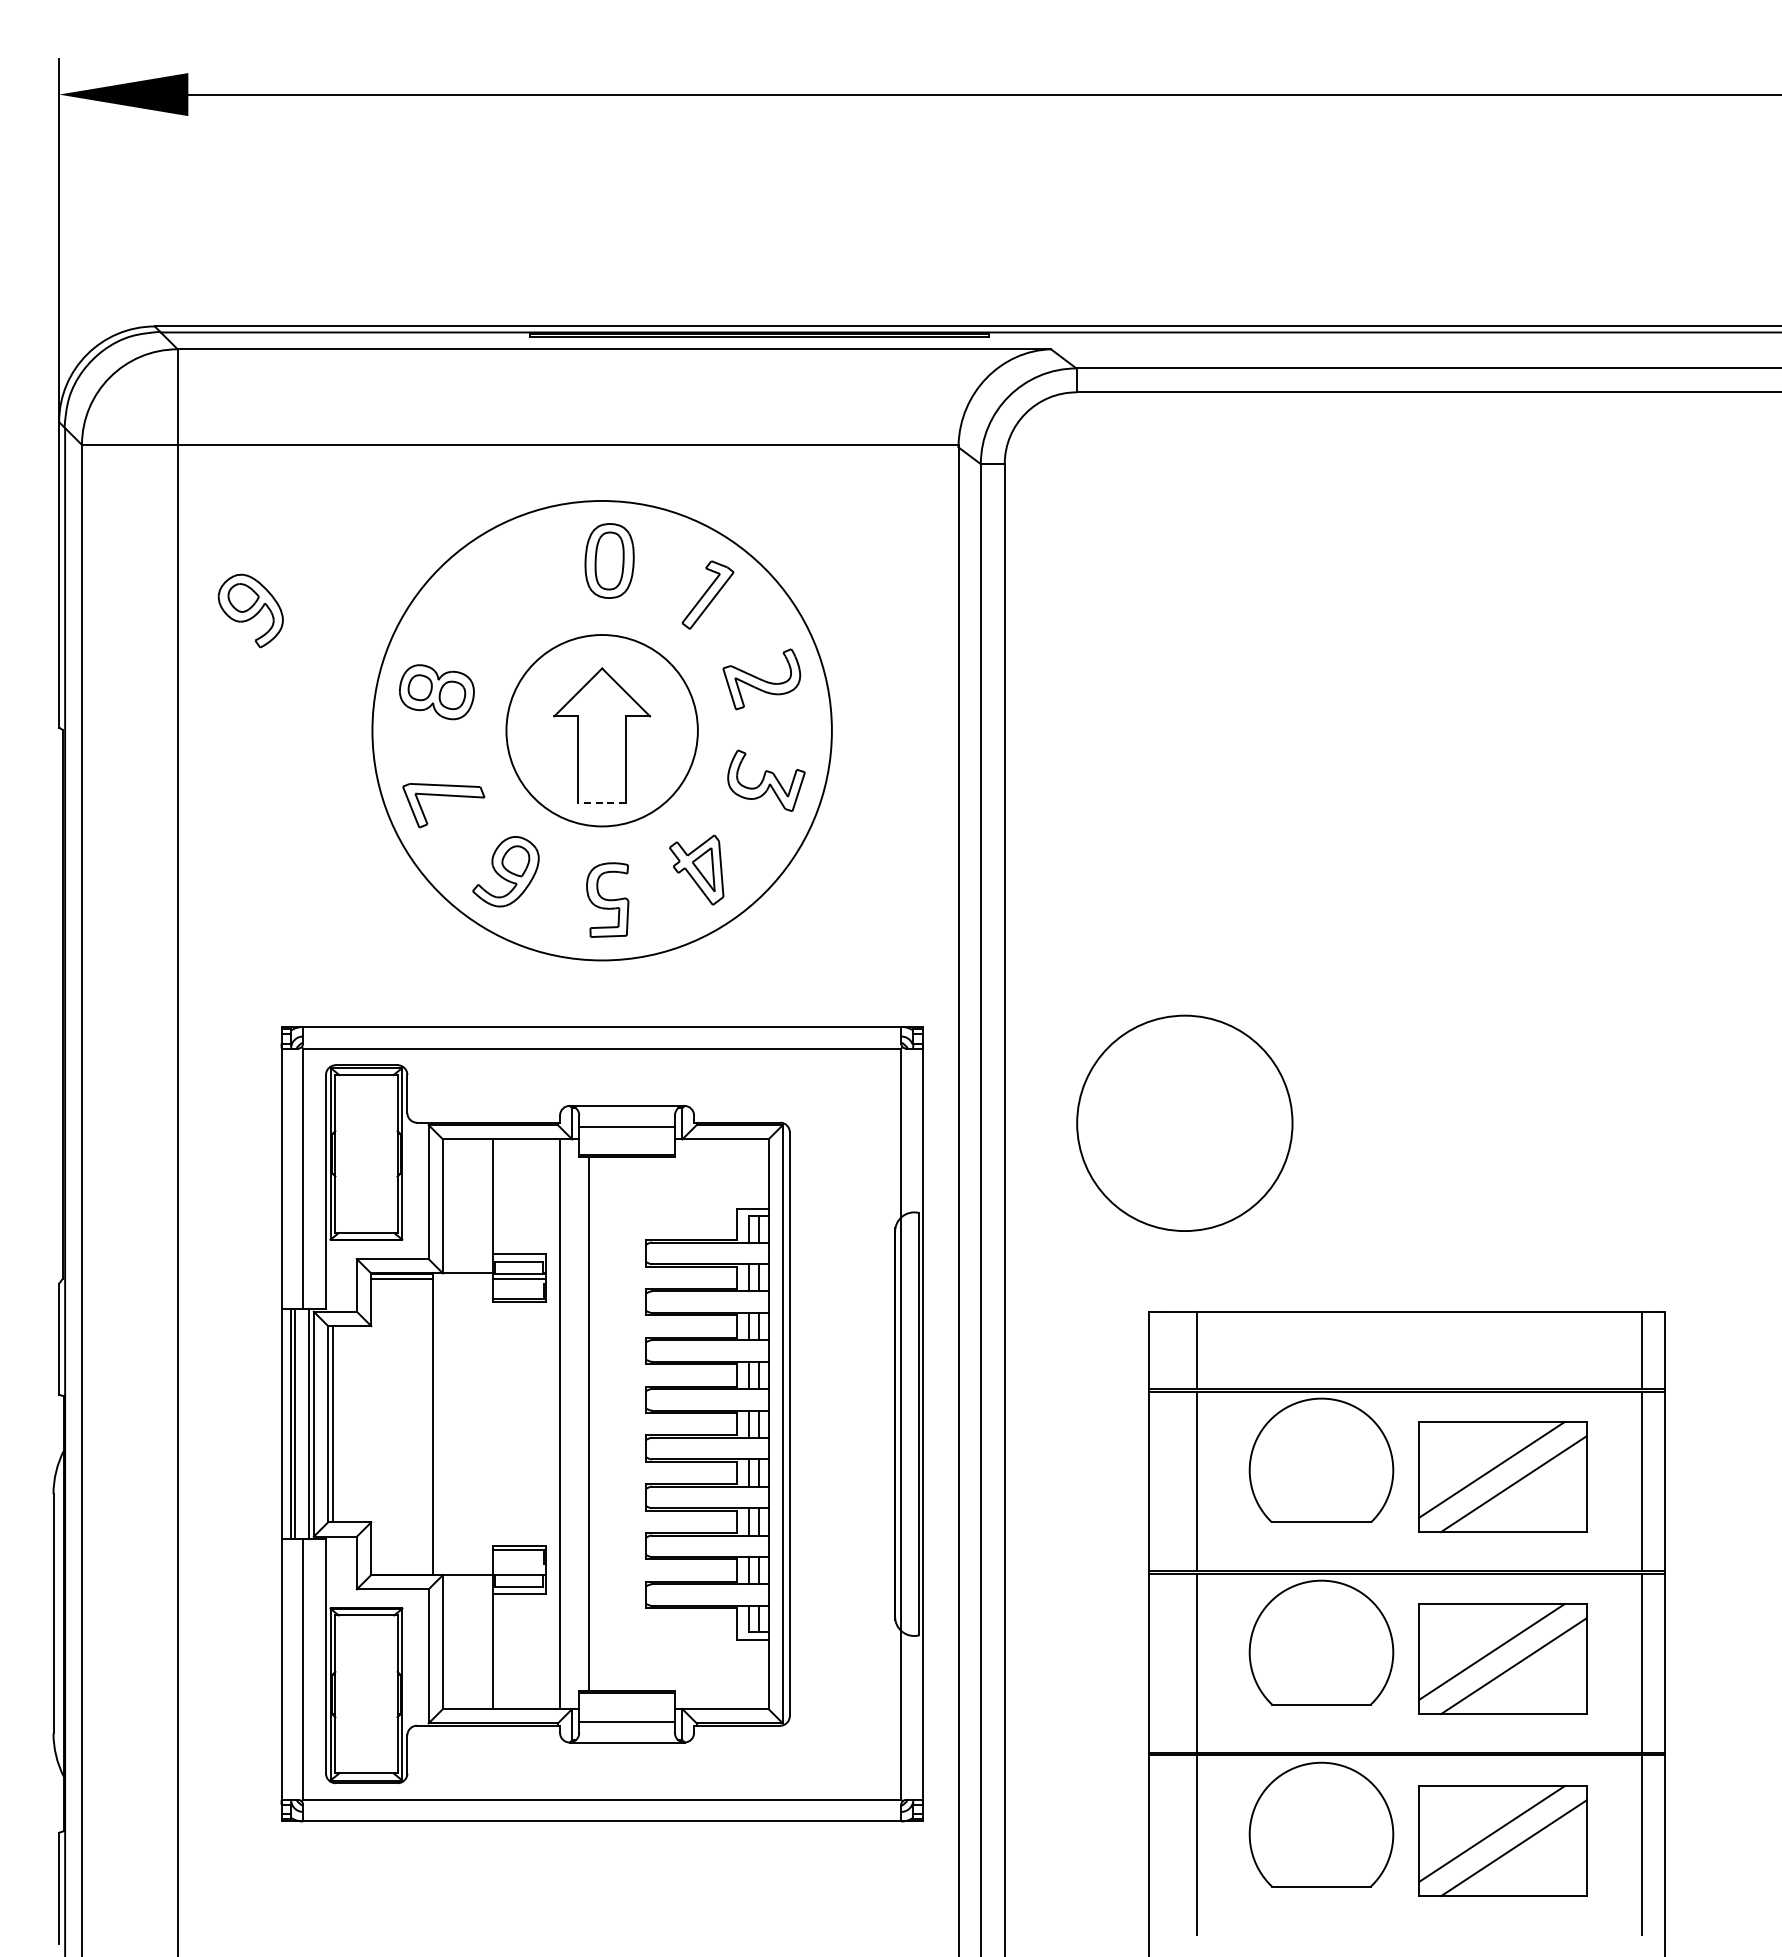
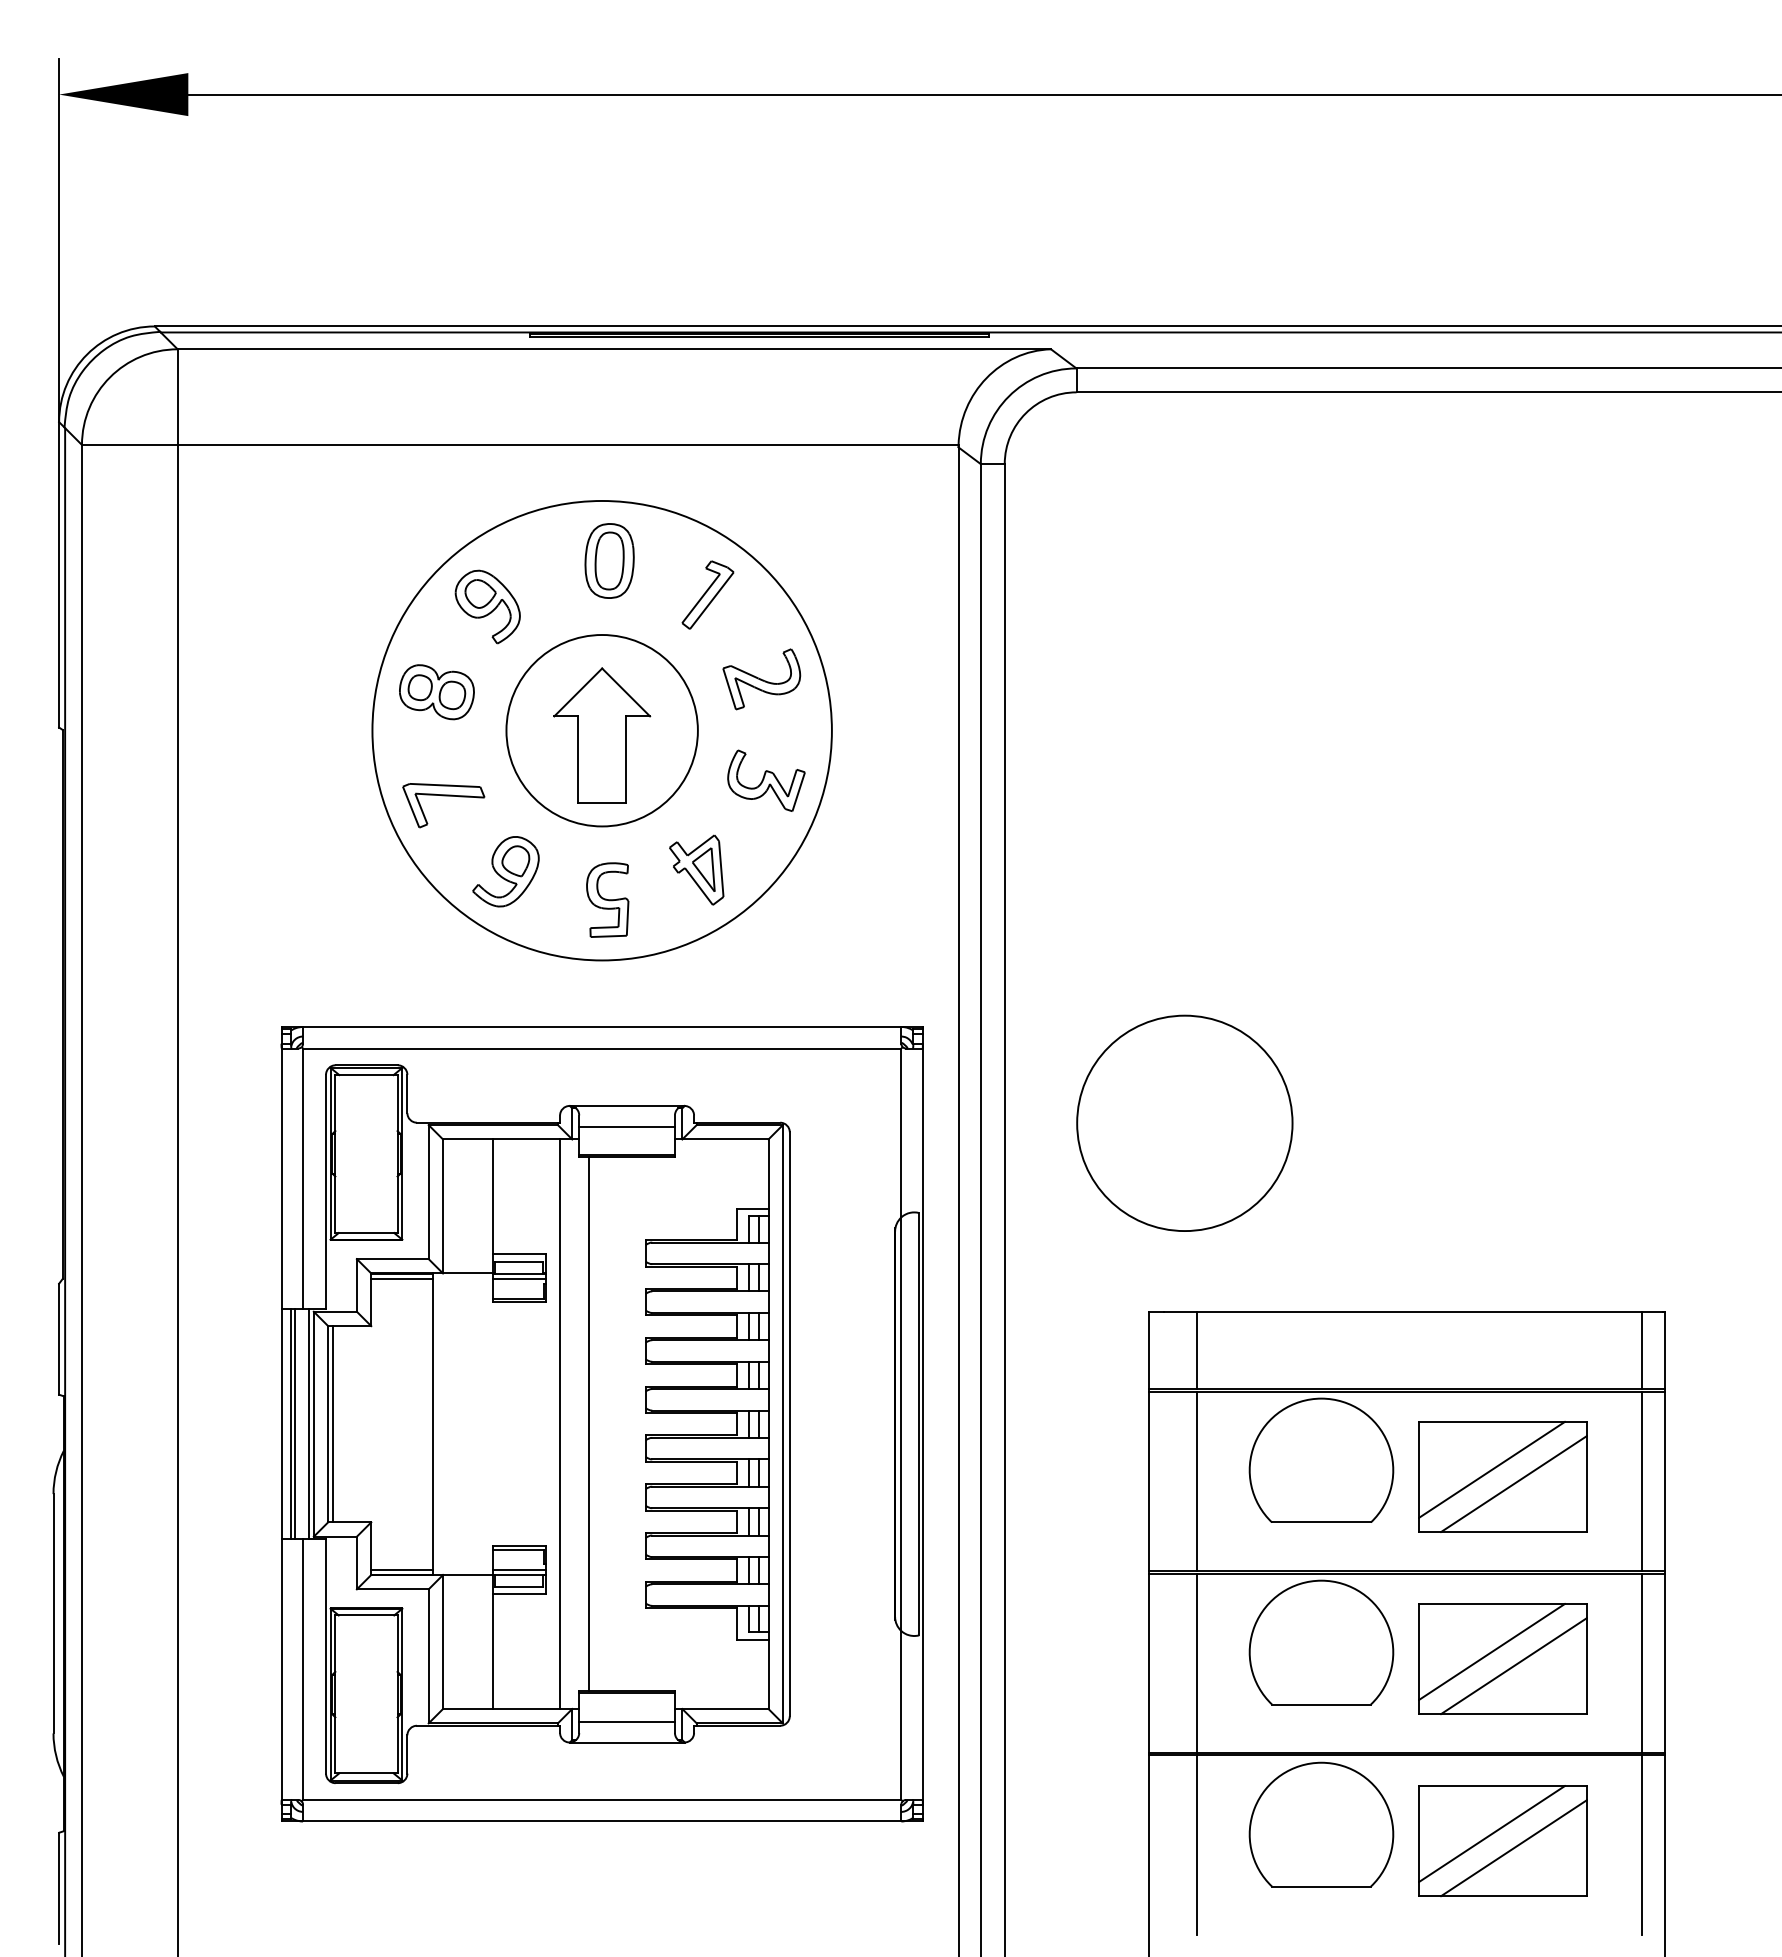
part at (250, 610) position: (250, 610) -> (487, 606)
line at (602, 802): dashed -> solid
line at (402, 1569): none -> present
line at (519, 1569): none -> present
